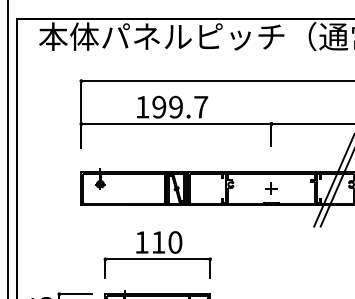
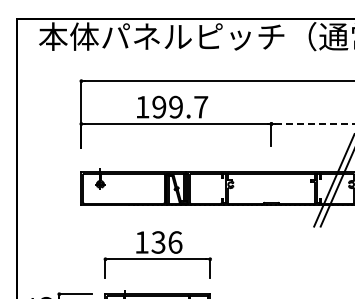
line at (315, 123): solid -> dashed
line at (7, 148): present -> none
part at (271, 188): present -> none
text at (166, 242): 110 -> 136
